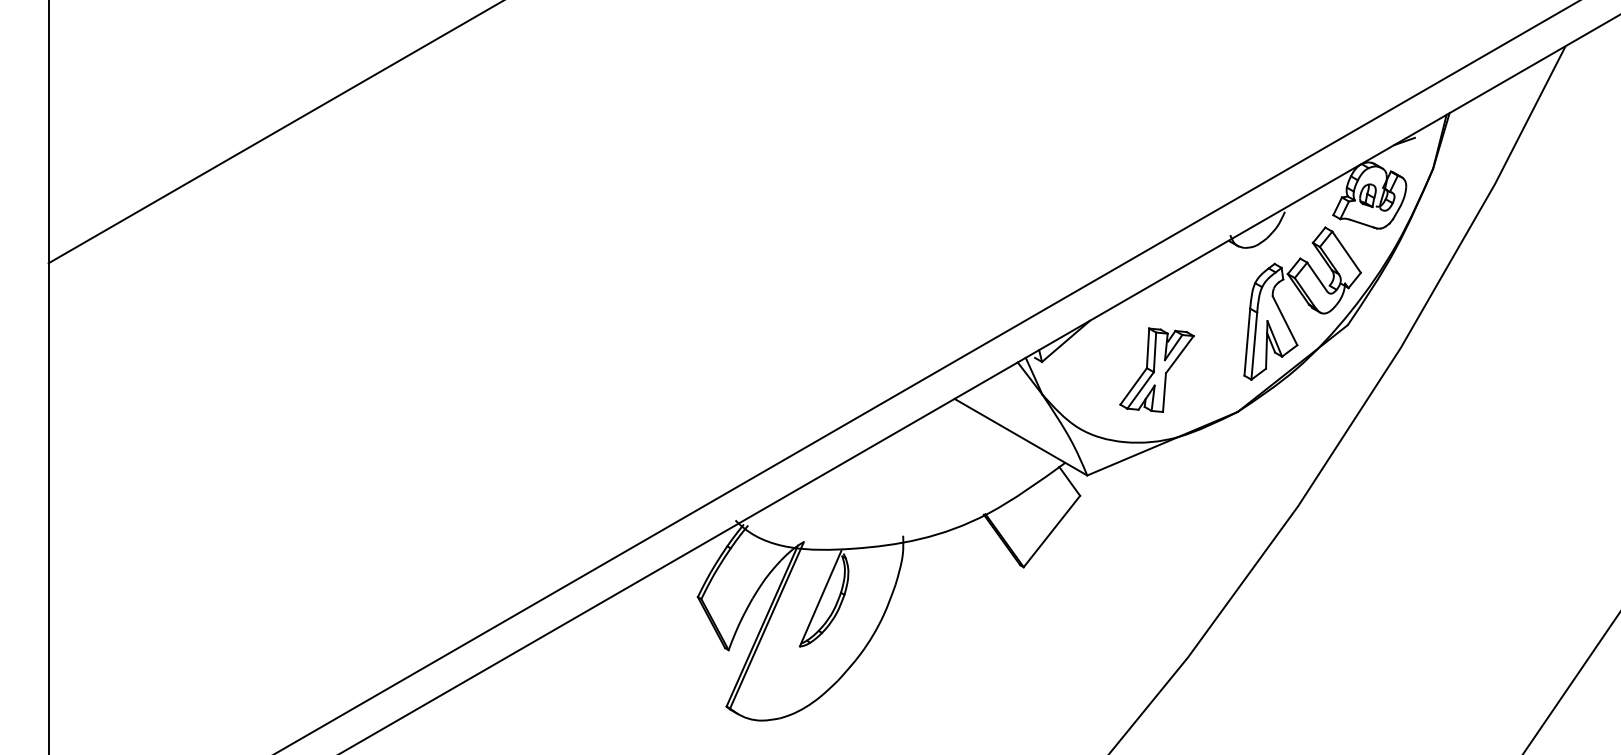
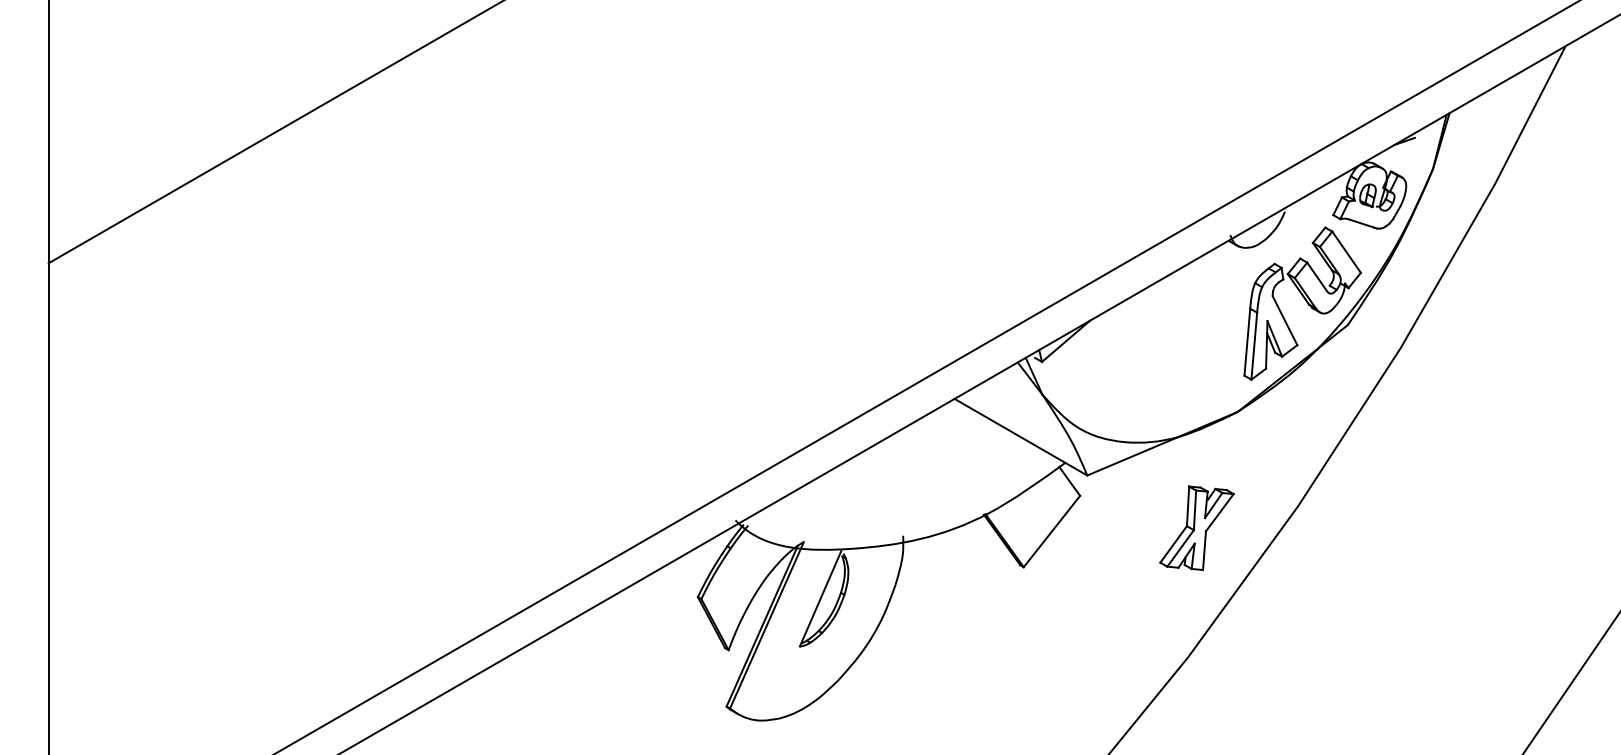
part at (1156, 369) position: (1156, 369) -> (1196, 527)
